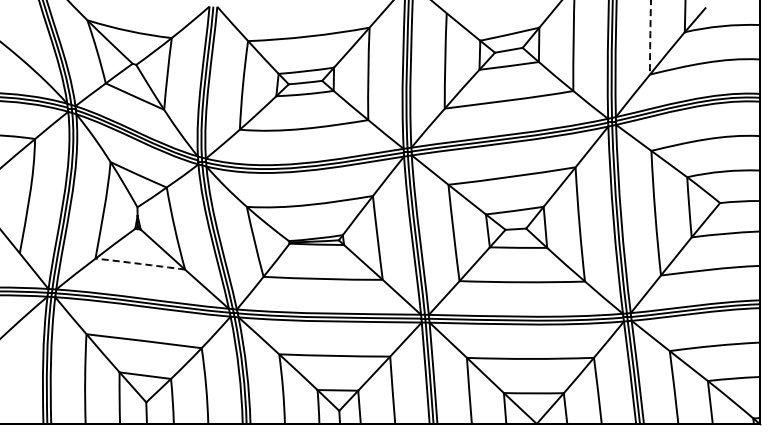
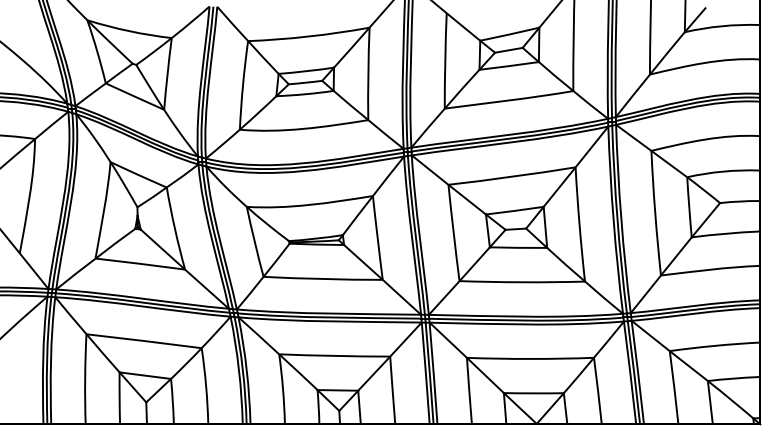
arc at (650, 37): dashed -> solid
arc at (140, 263): dashed -> solid
